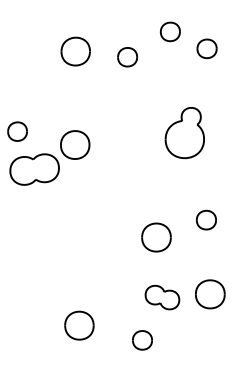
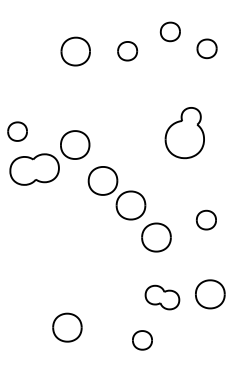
part at (127, 57) position: (127, 57) -> (127, 51)
part at (116, 193): none -> present
part at (79, 325) position: (79, 325) -> (67, 327)
